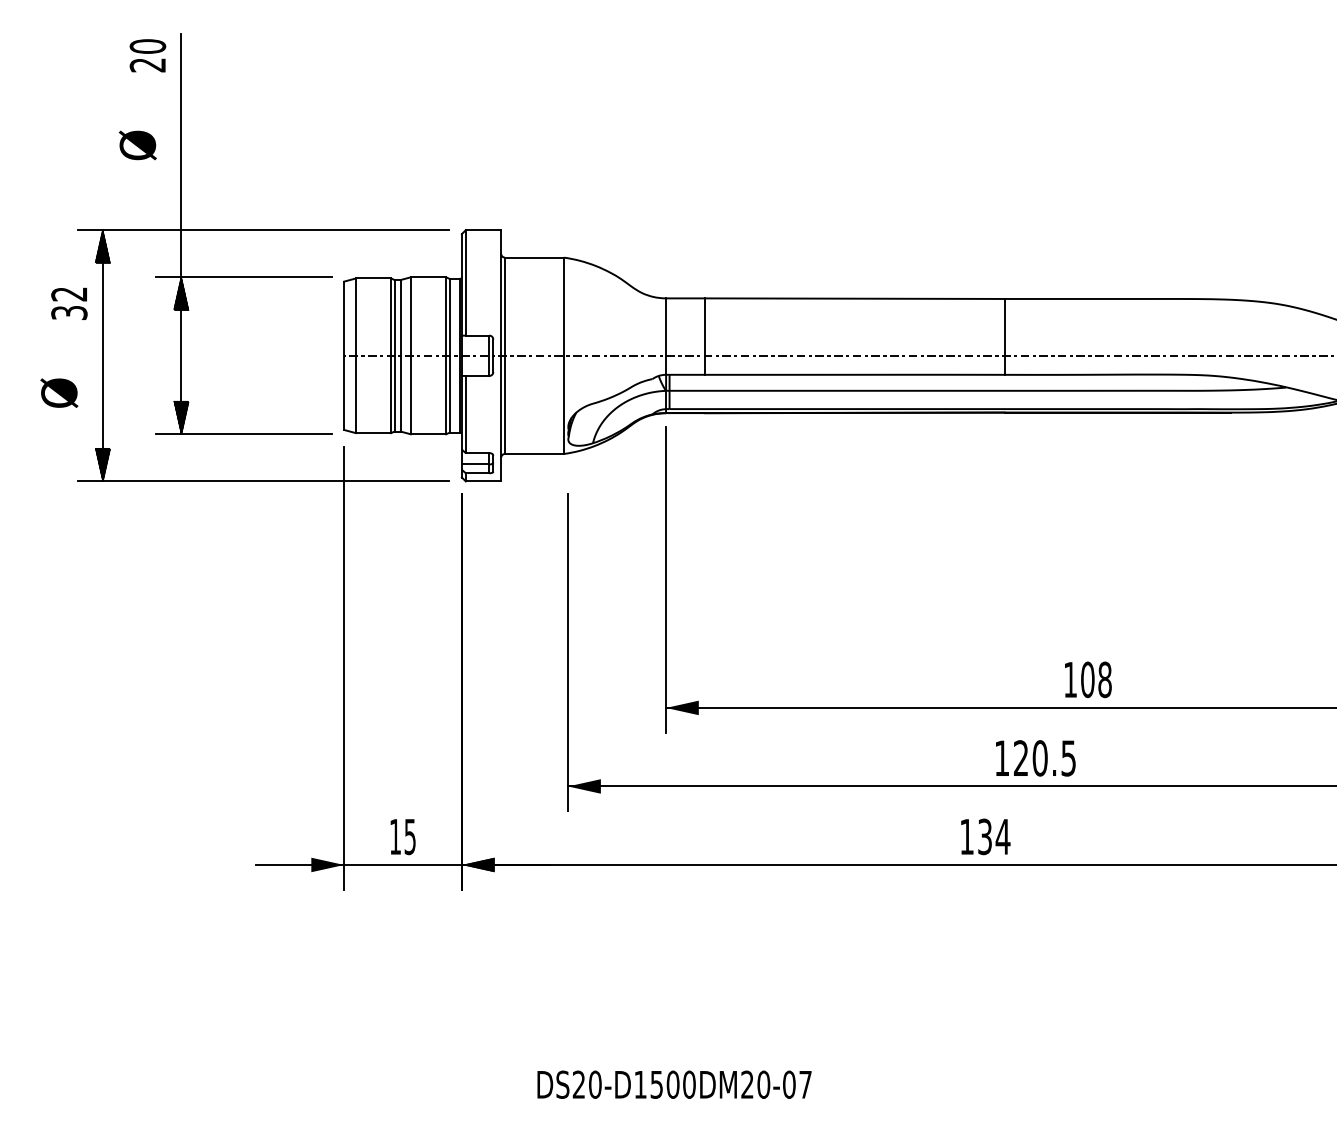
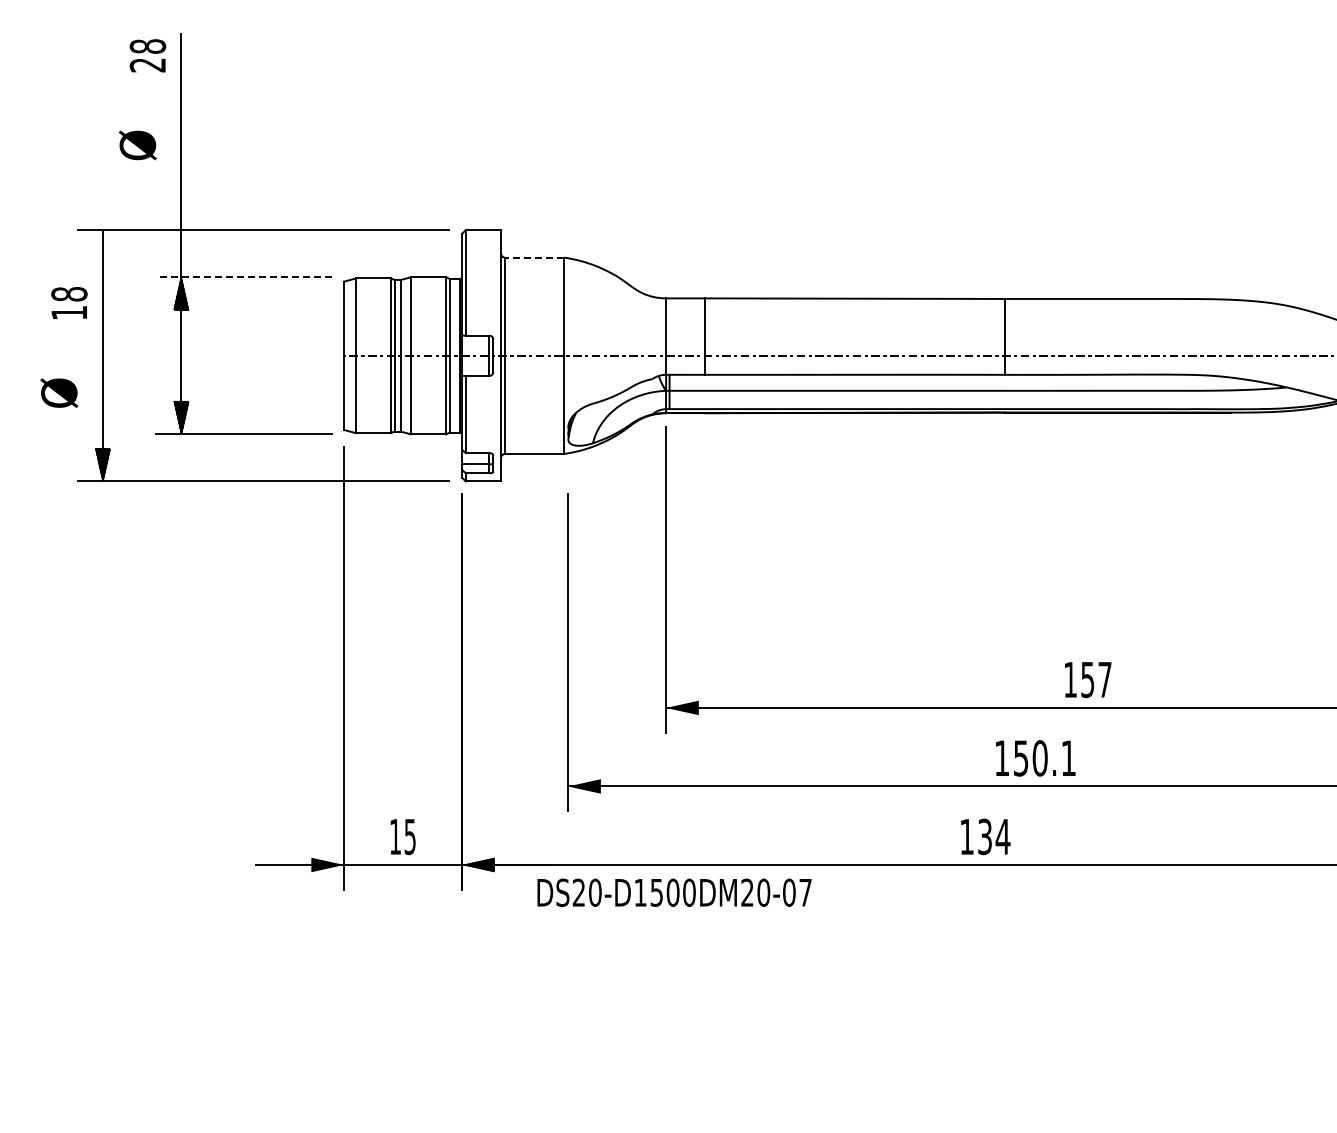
text at (147, 46): 20 -> 28
hatch at (102, 246): present -> none
line at (534, 257): solid -> dashed
line at (244, 277): solid -> dashed
text at (69, 303): 32 -> 18
text at (1096, 679): 108 -> 157
text at (1044, 758): 120.5 -> 150.1
text at (674, 1084) position: (674, 1084) -> (674, 892)
